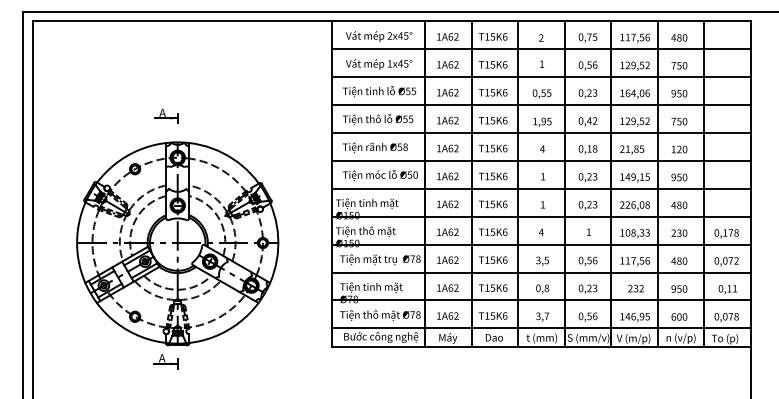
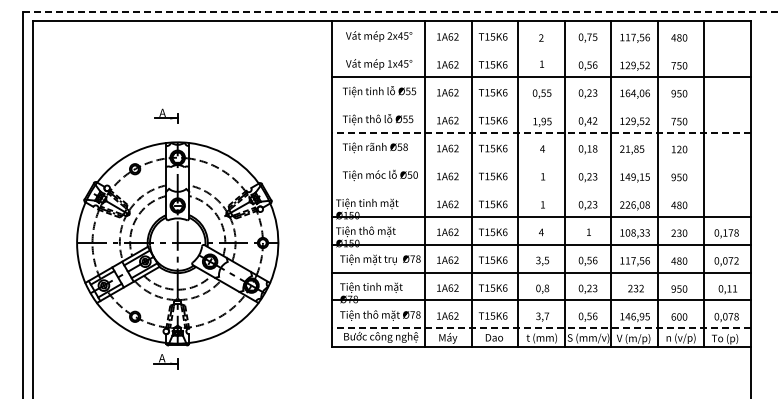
line at (401, 11): solid -> dashed
line at (541, 49): present -> none
line at (541, 105): present -> none
line at (541, 132): solid -> dashed
line at (541, 160): present -> none
line at (541, 188): present -> none
line at (541, 328): solid -> dashed
